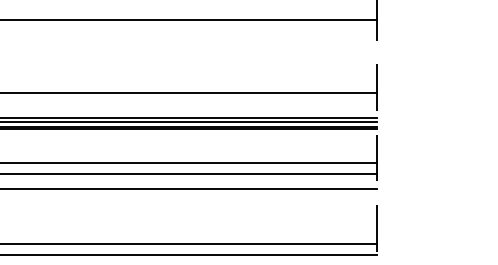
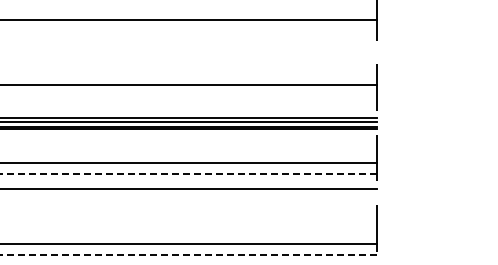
line at (189, 93) position: (189, 93) -> (189, 85)
line at (187, 173): solid -> dashed
line at (187, 255): solid -> dashed
